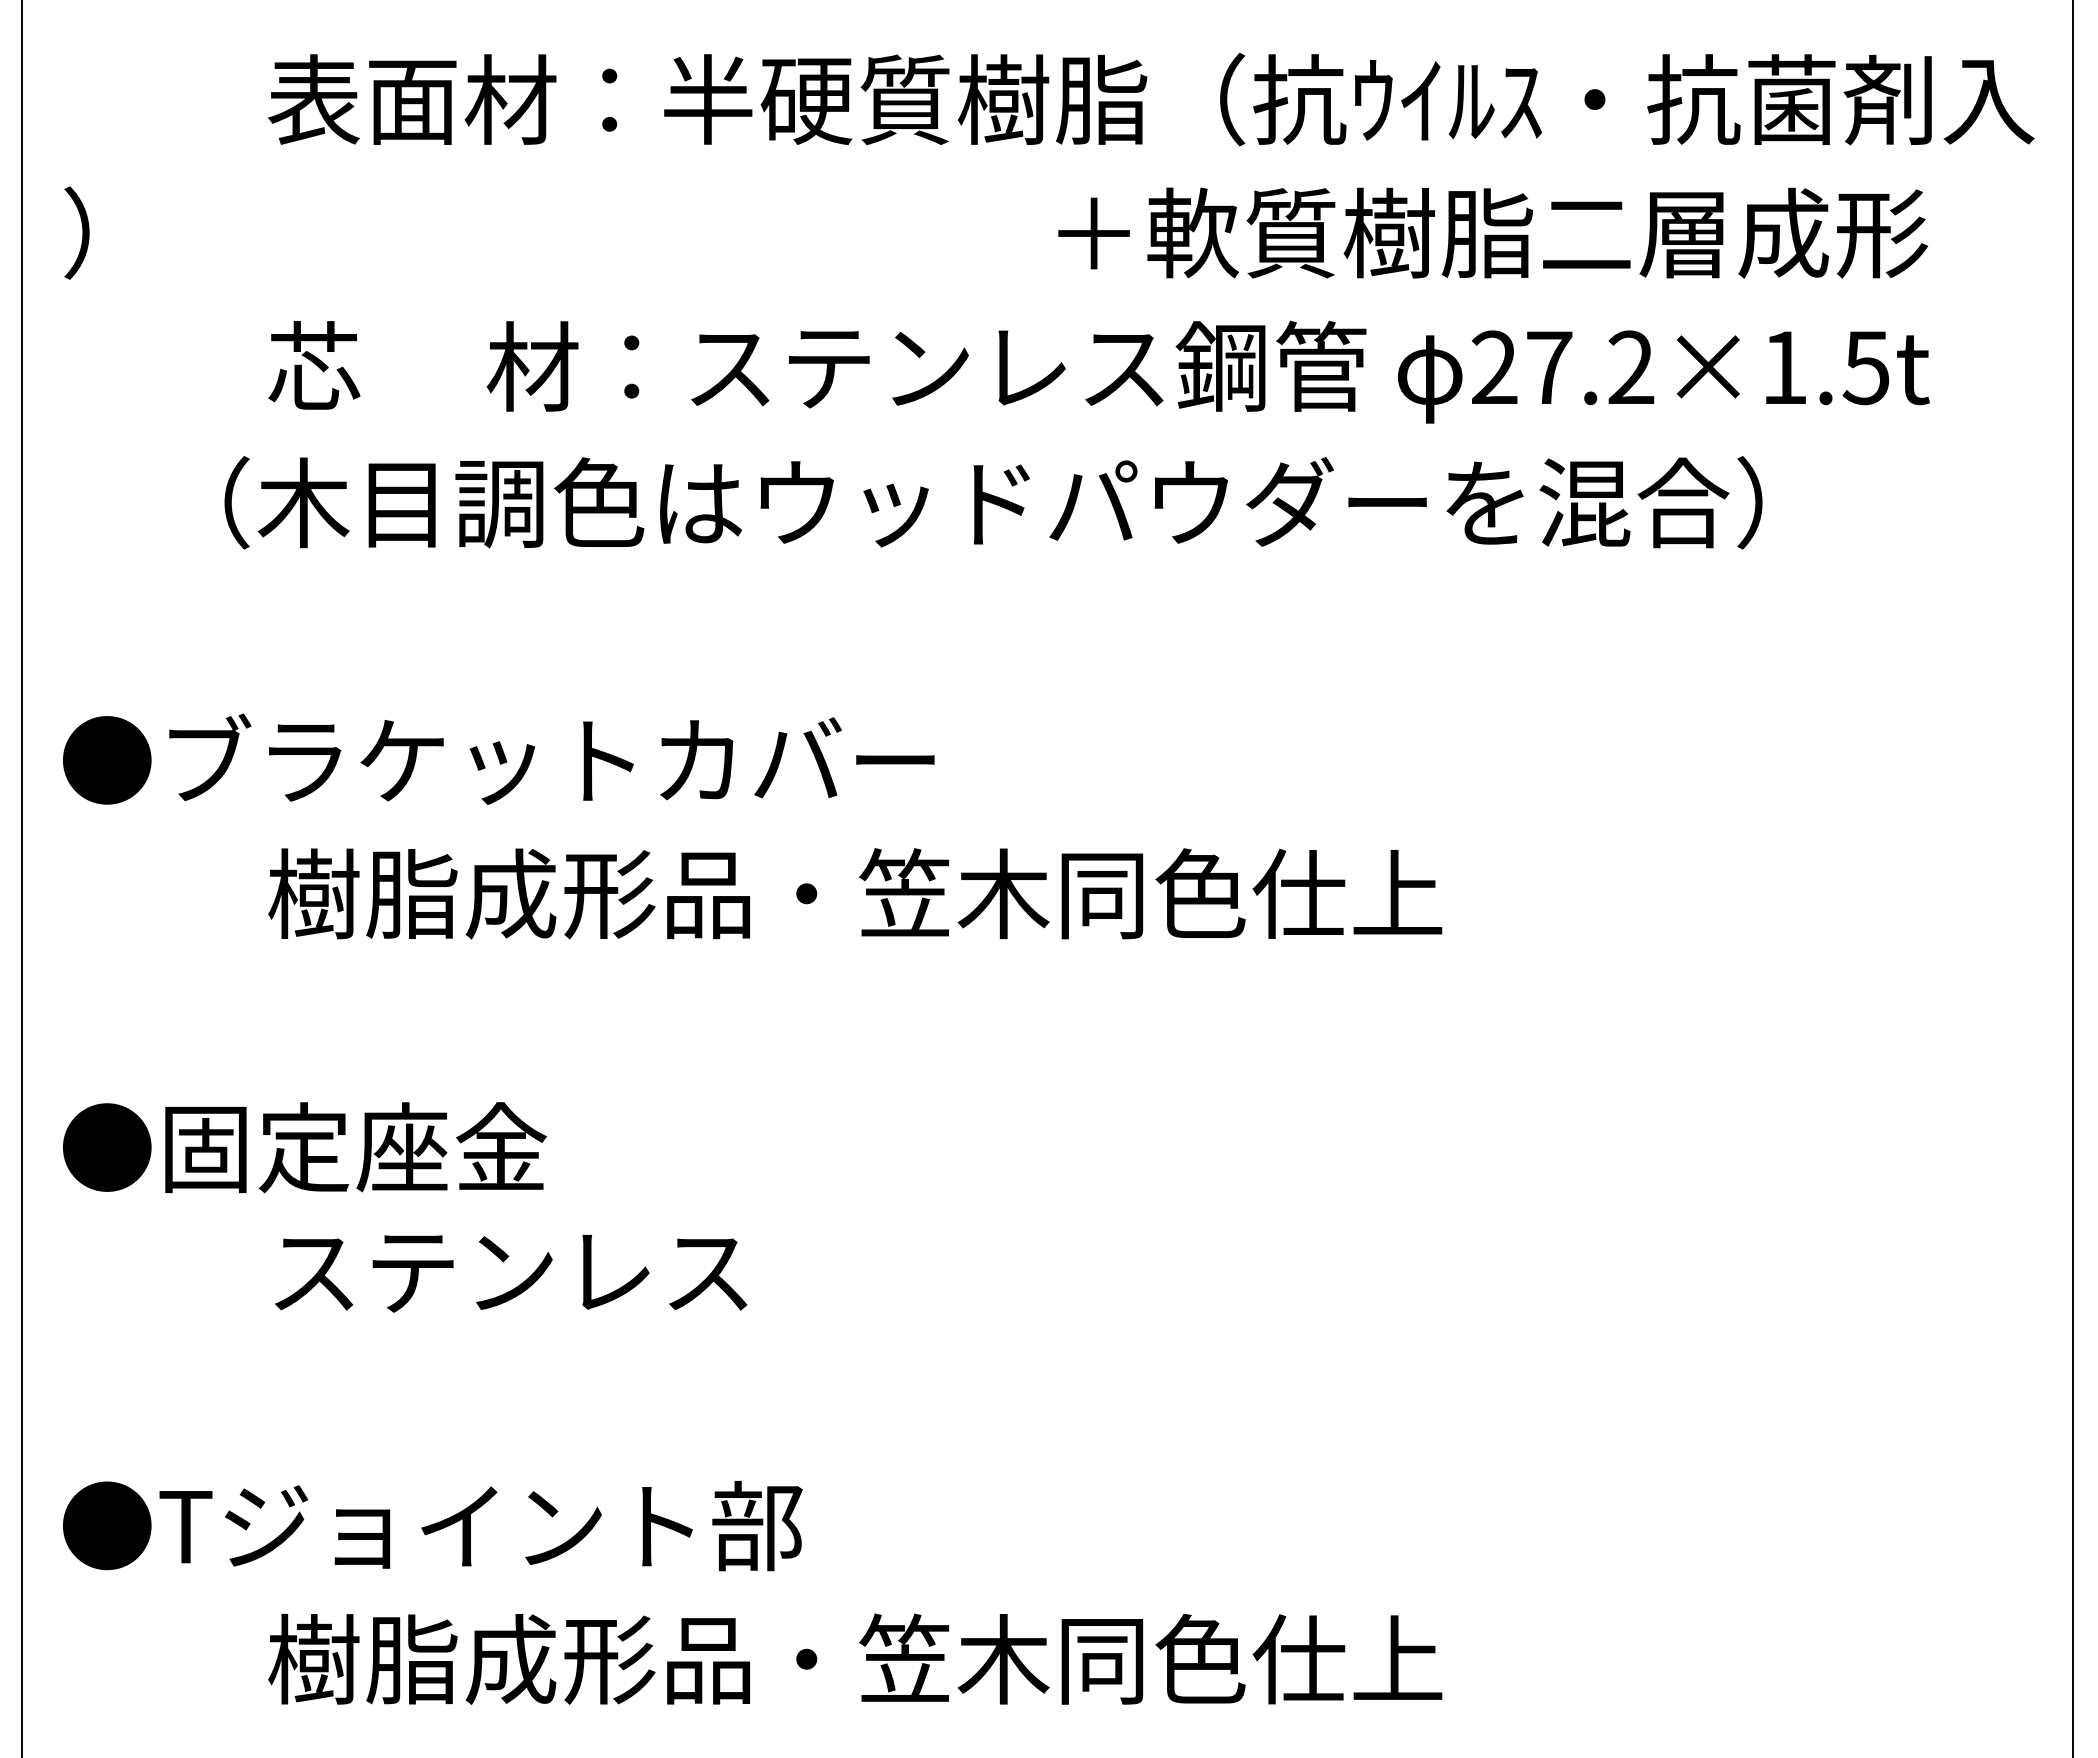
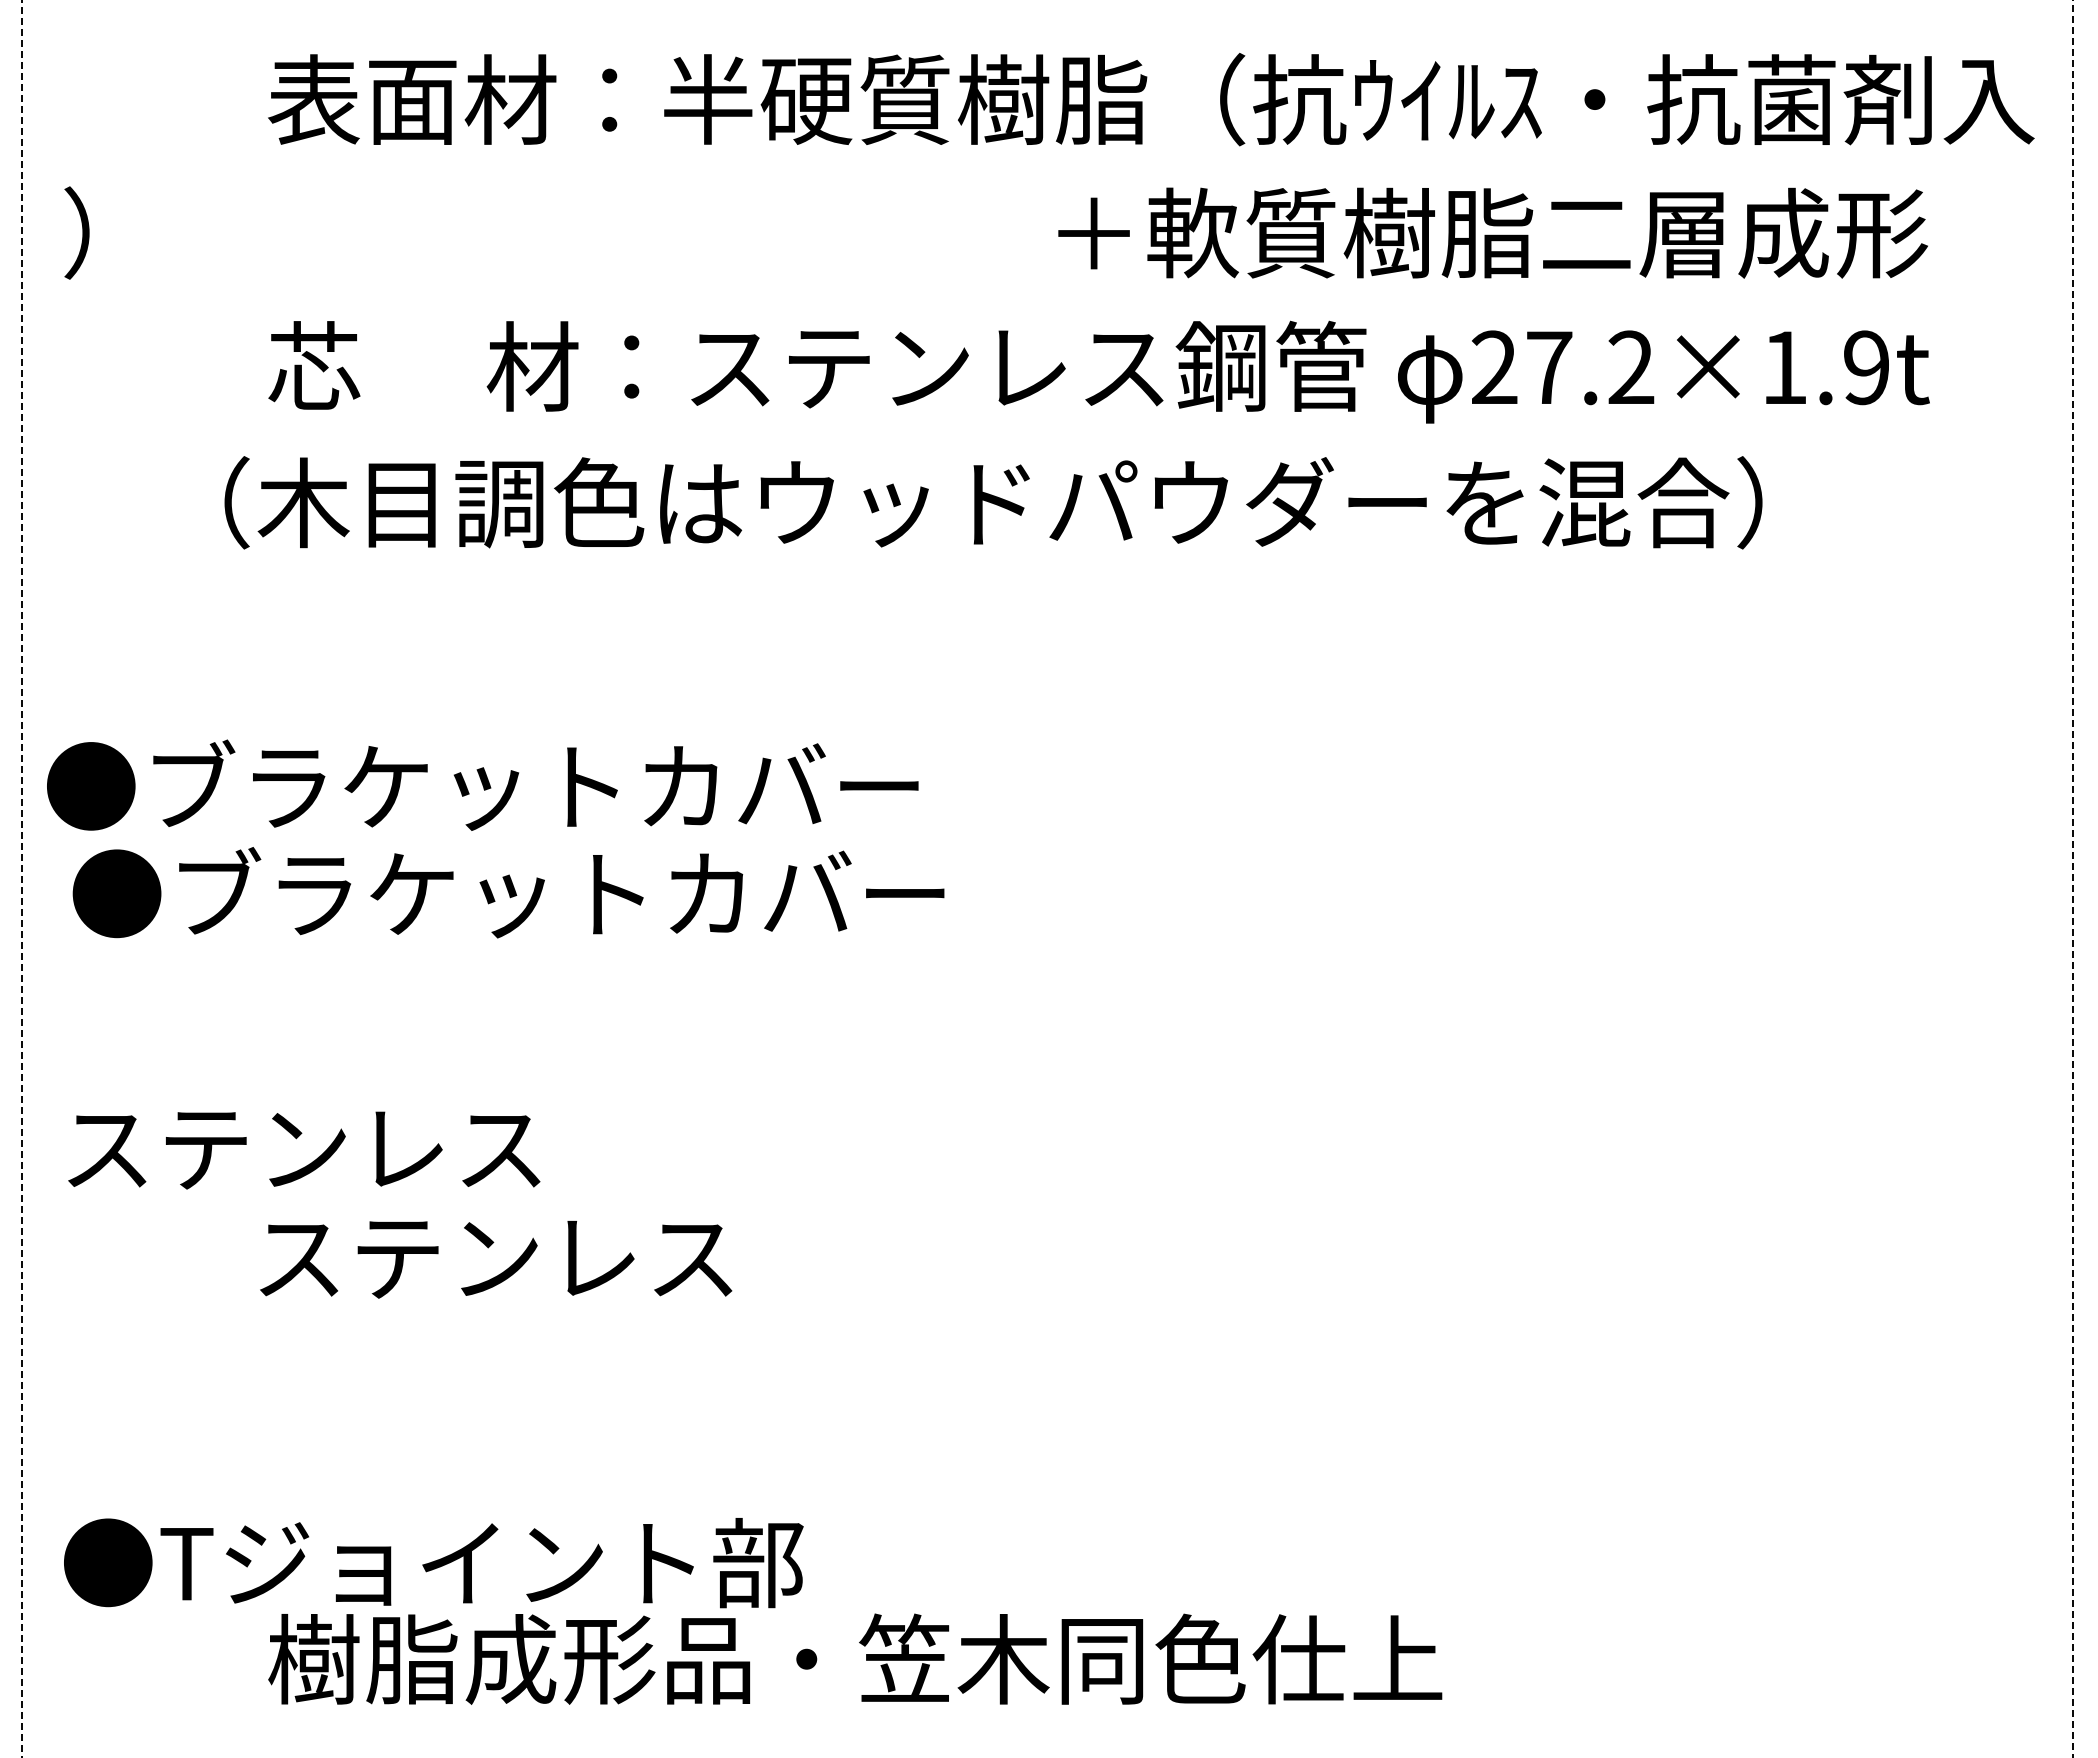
text at (1865, 367): 27.2×1.5t -> 27.2×1.9t
text at (498, 758) position: (498, 758) -> (482, 784)
line at (2073, 878): solid -> dashed
line at (22, 879): solid -> dashed
text at (757, 893): 樹脂成形品・笠木同色仕上 -> ●ブラケットカバー
text at (305, 1147): ●固定座金 -> ステンレス
text at (511, 1273) position: (511, 1273) -> (496, 1259)
text at (432, 1526) position: (432, 1526) -> (433, 1563)
